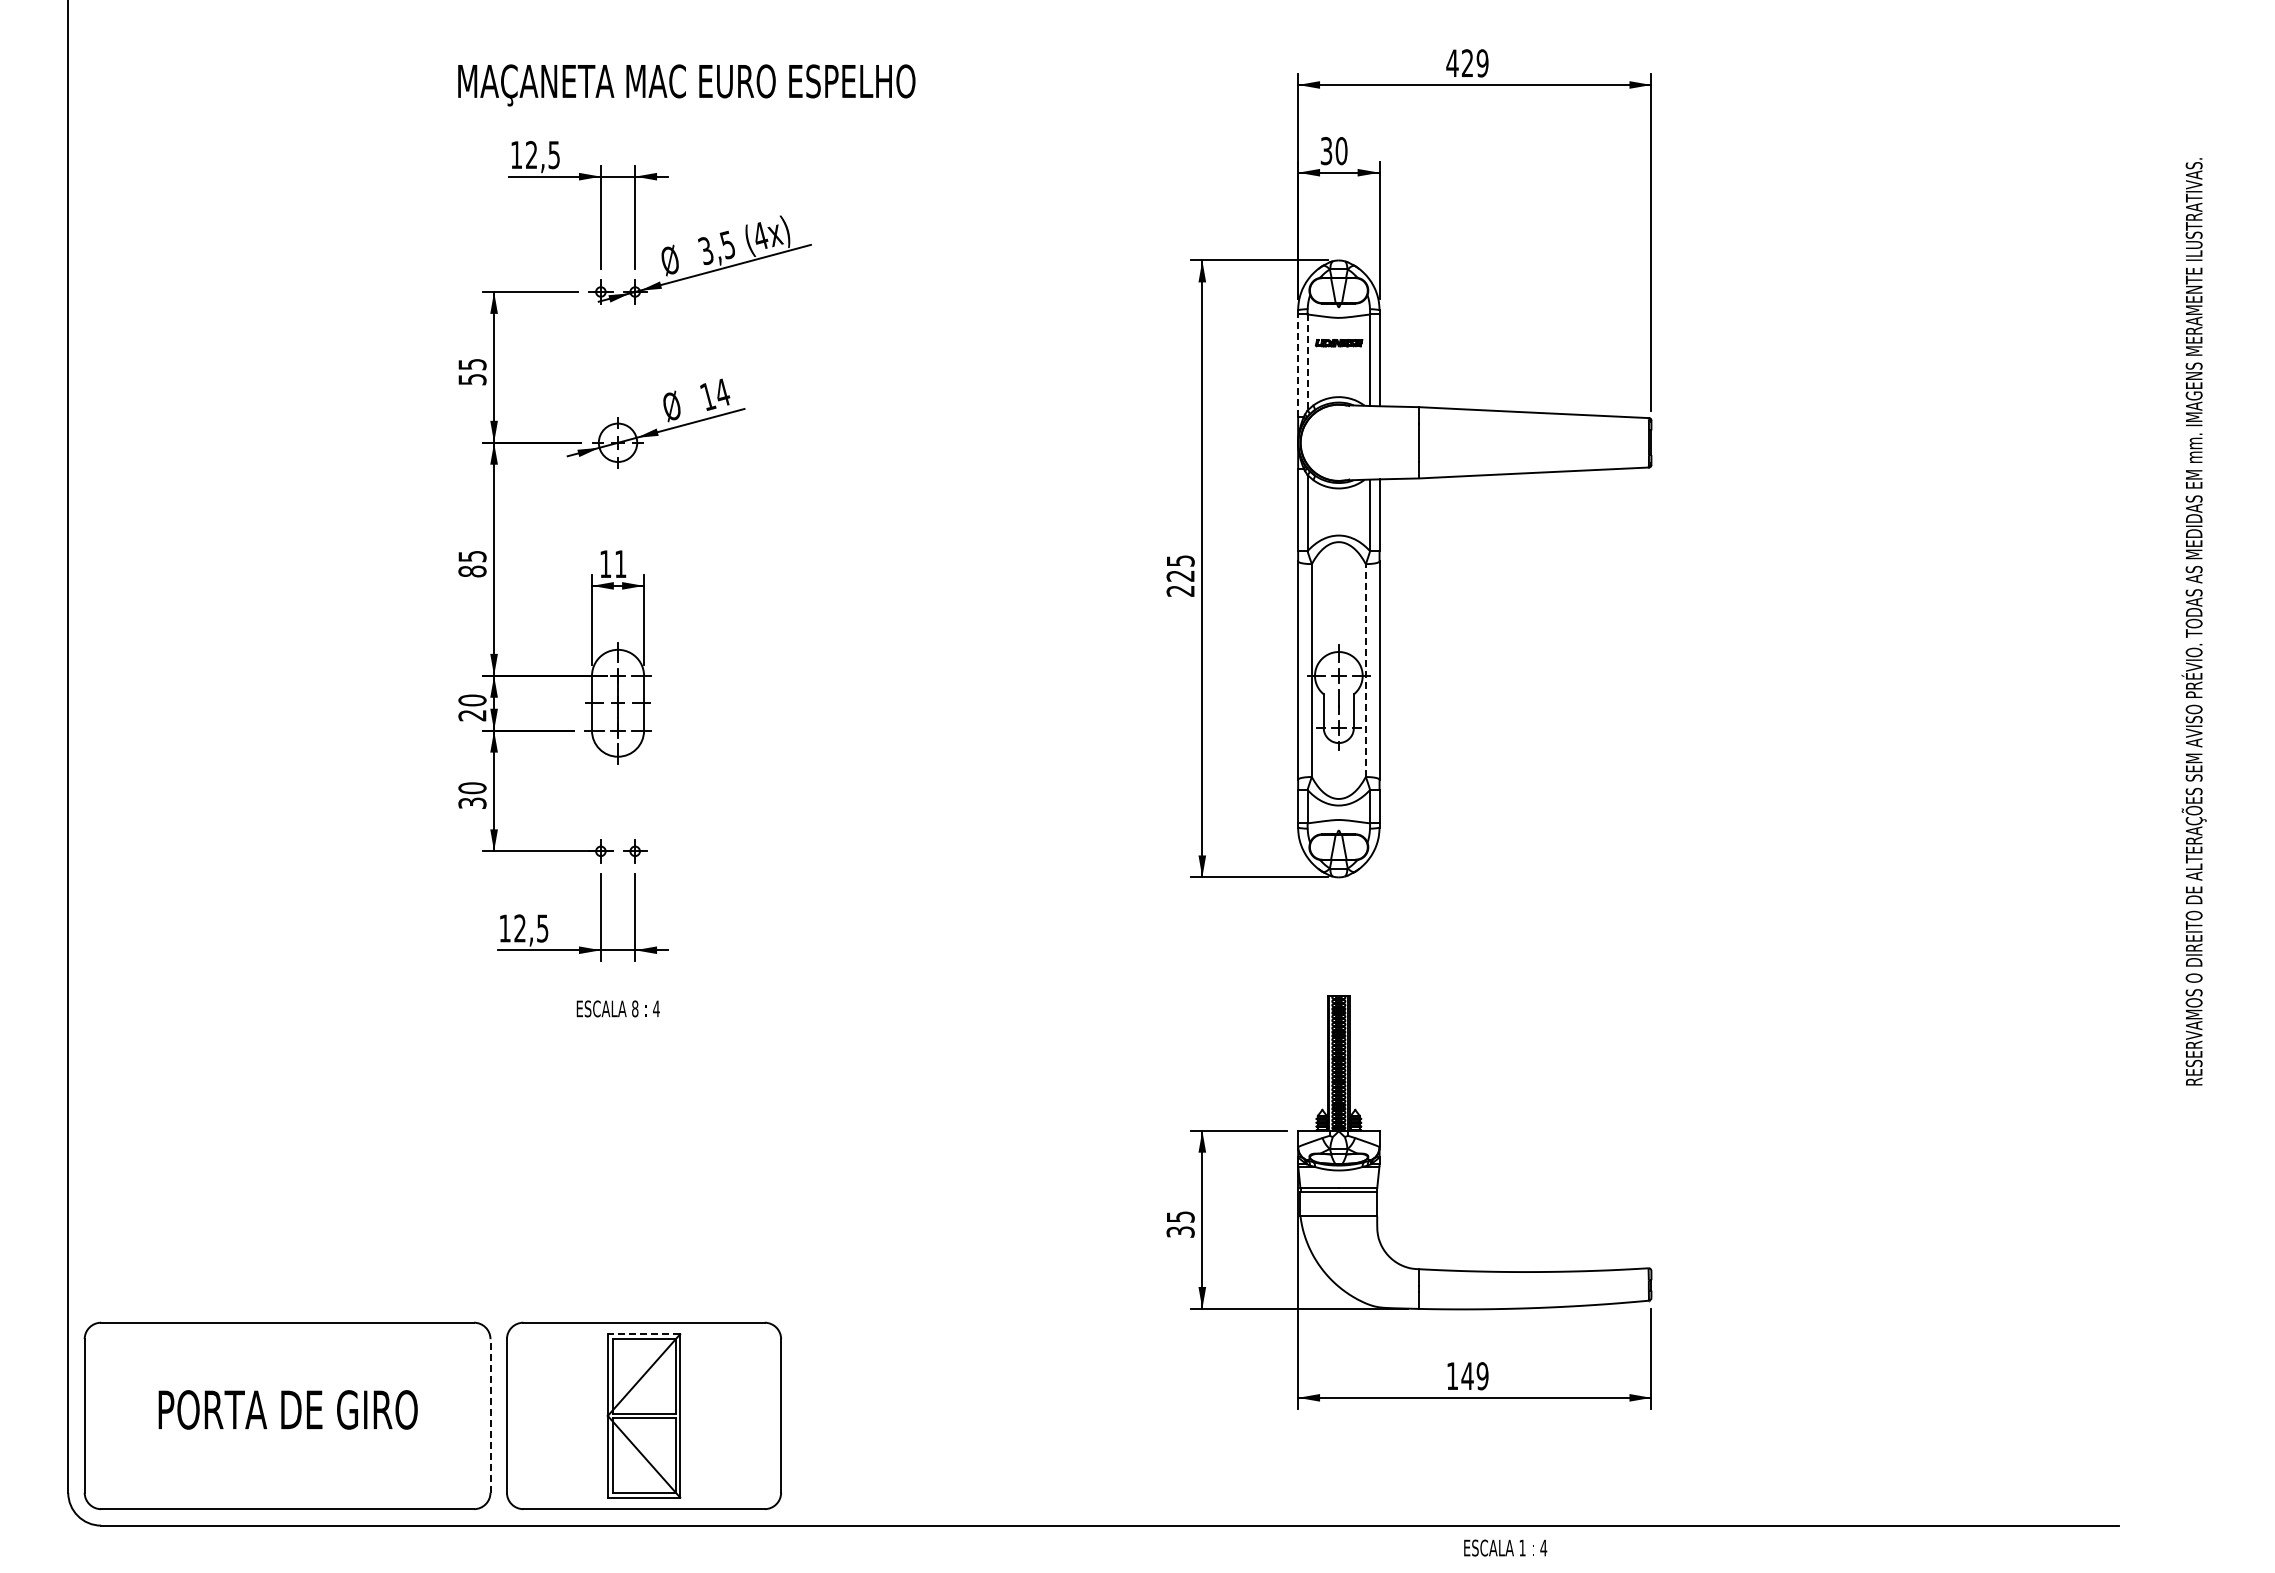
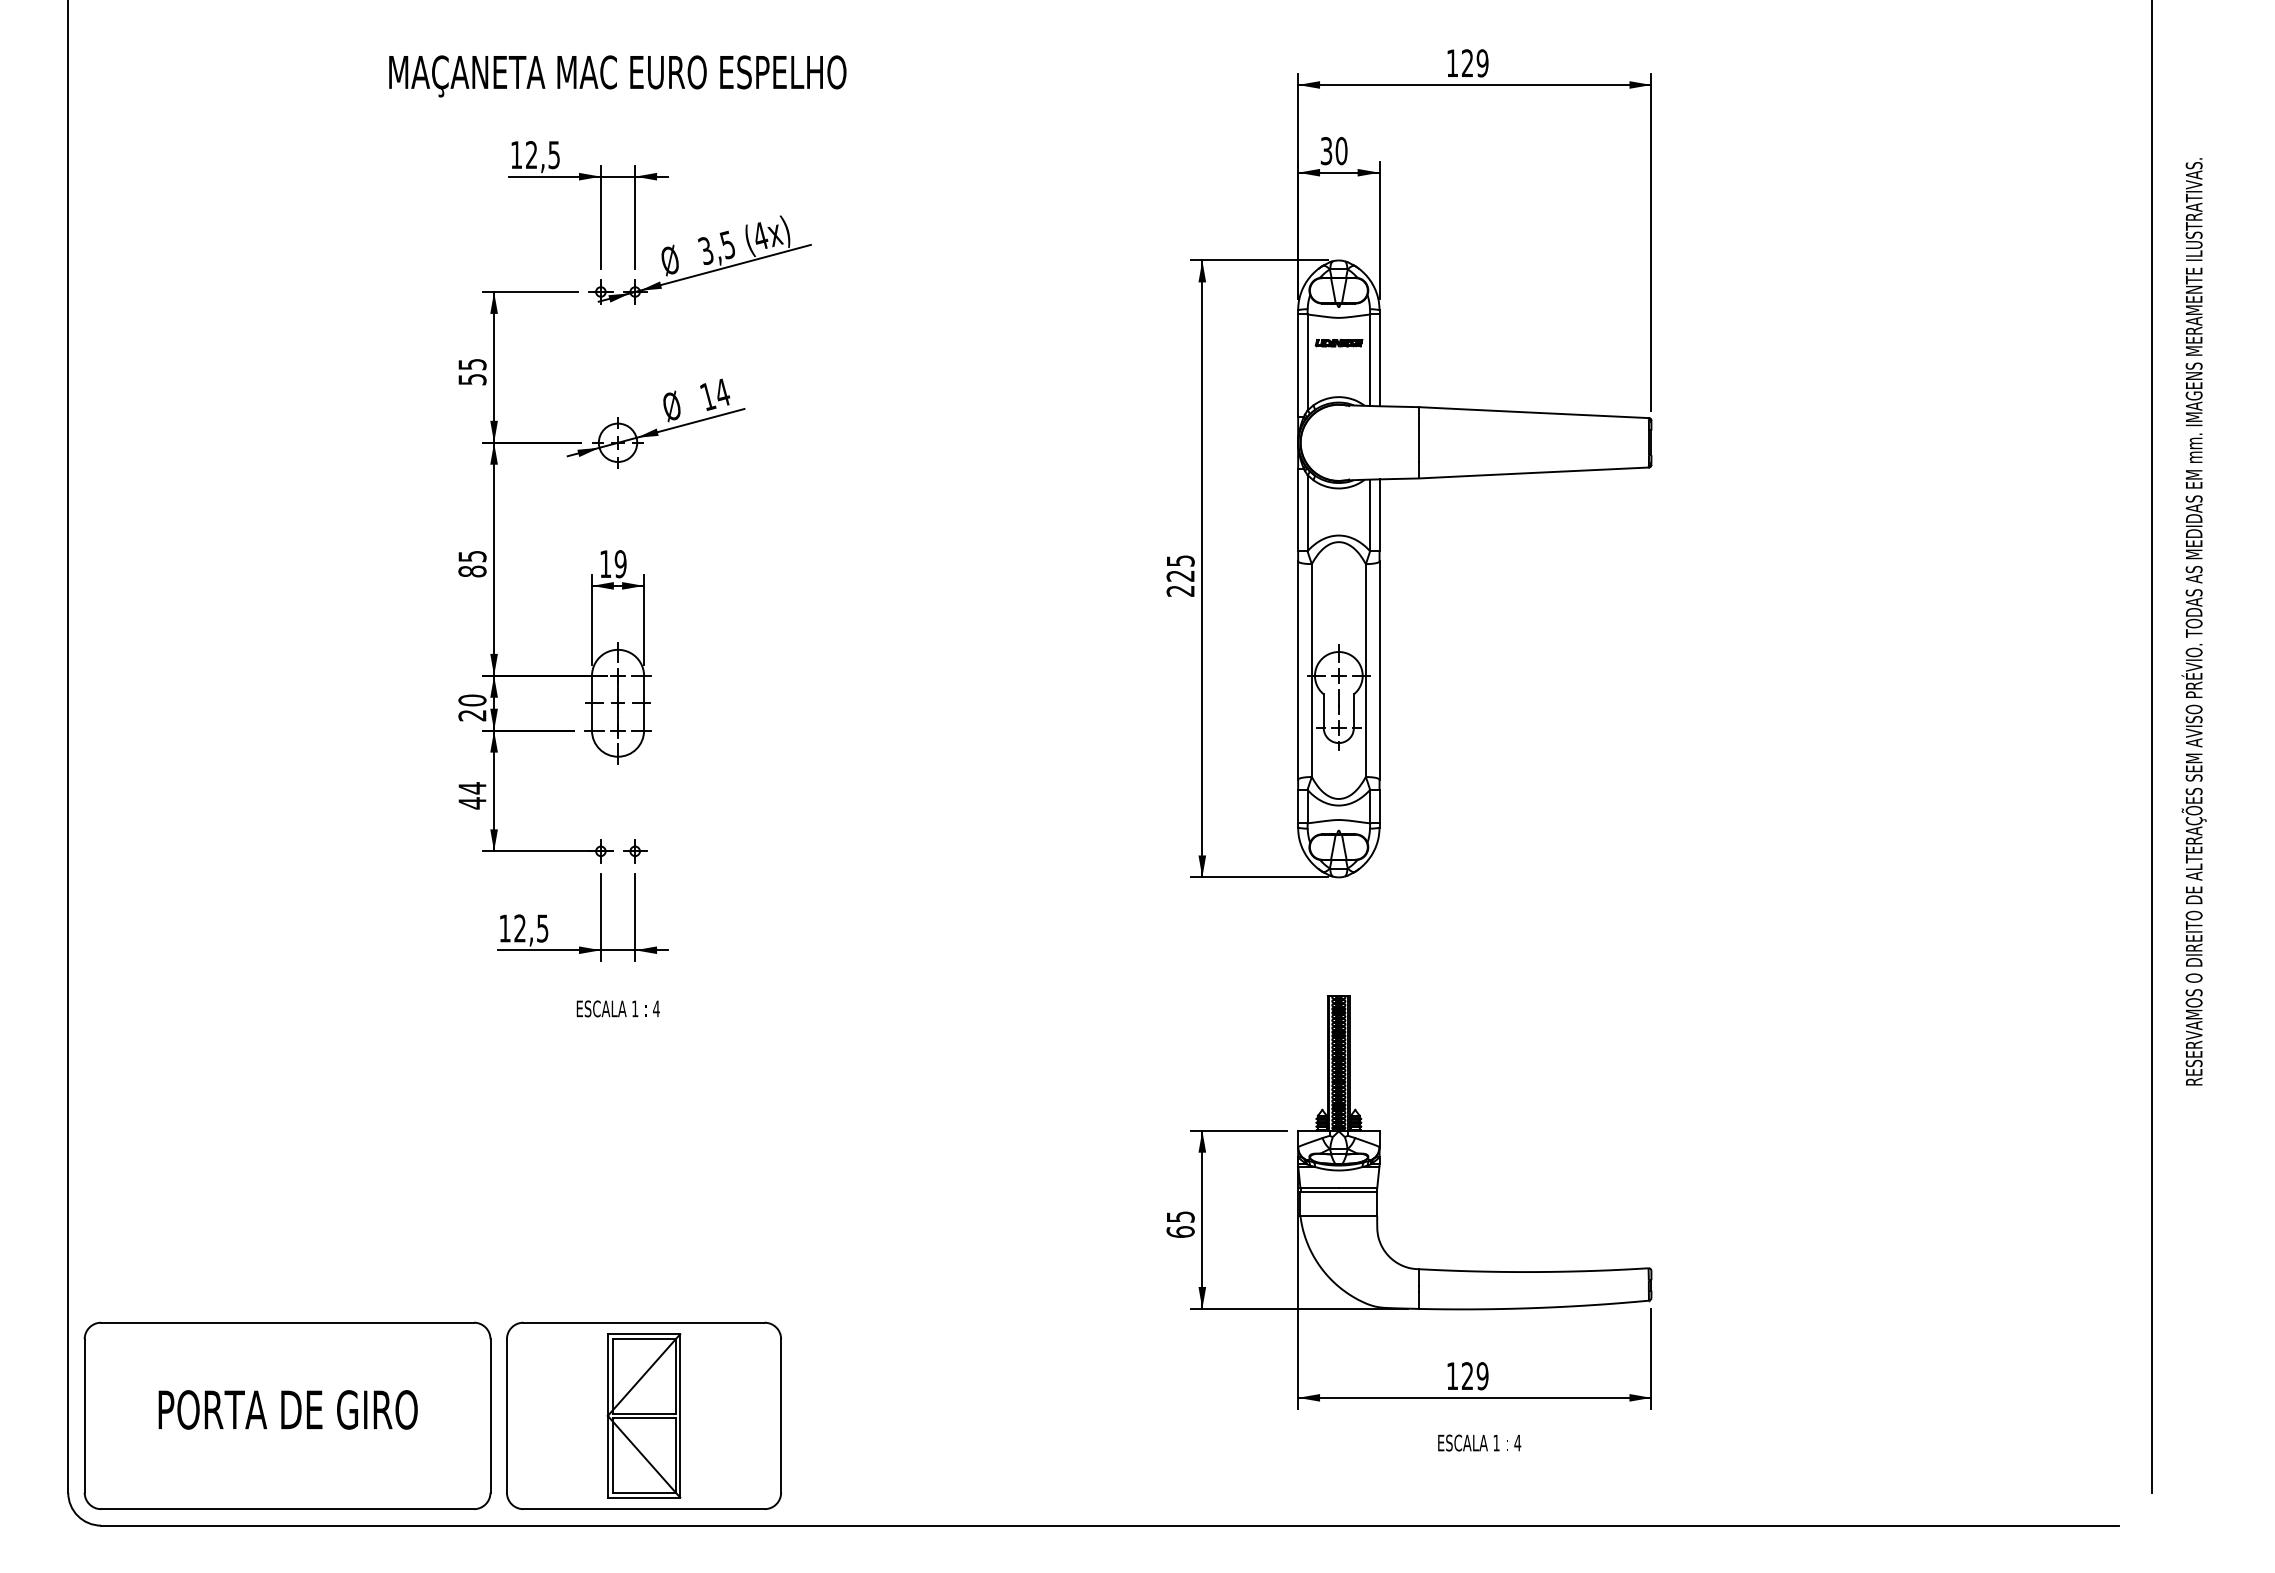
text at (1452, 62): 429 -> 129
text at (686, 85) position: (686, 85) -> (617, 76)
line at (1307, 363): dashed -> solid
line at (1298, 365): dashed -> solid
text at (620, 564): 11 -> 19
line at (1365, 670): dashed -> solid
line at (2152, 747): none -> present
text at (472, 795): 30 -> 44
text at (635, 1008): 8 -> 1
text at (1180, 1231): 35 -> 65
line at (643, 1334): dashed -> solid
text at (1467, 1375): 149 -> 129
line at (490, 1415): dashed -> solid
text at (1505, 1547) position: (1505, 1547) -> (1479, 1442)
